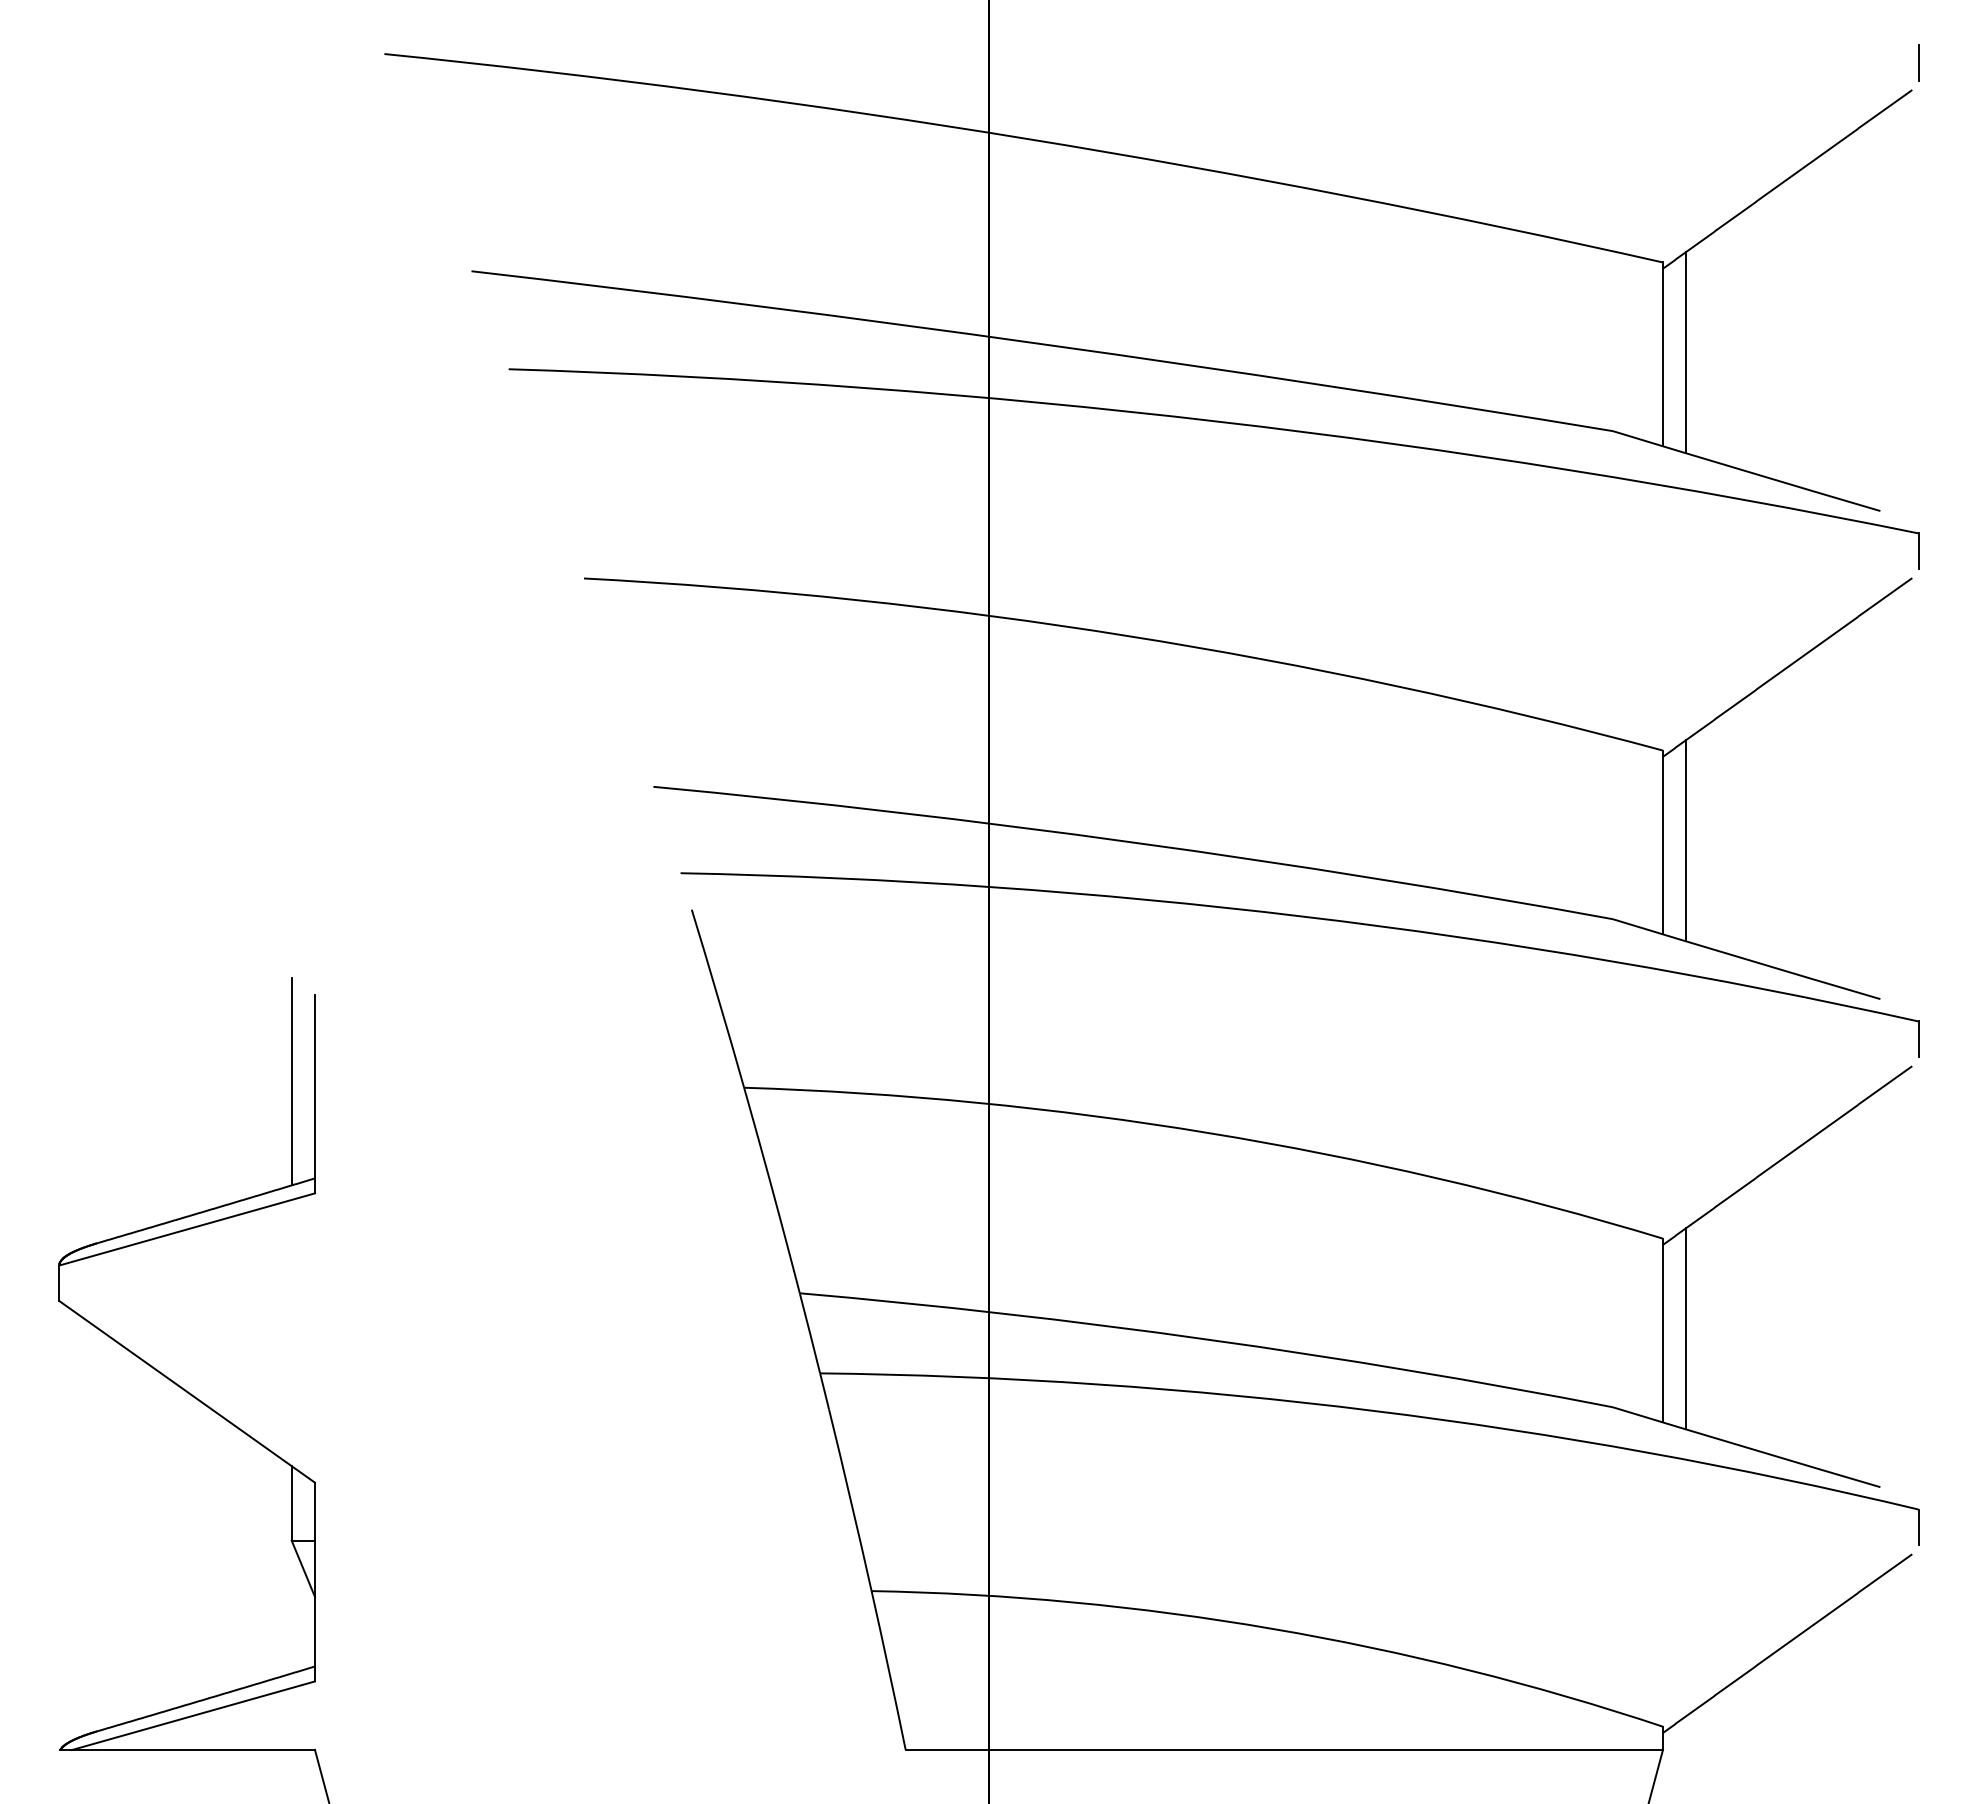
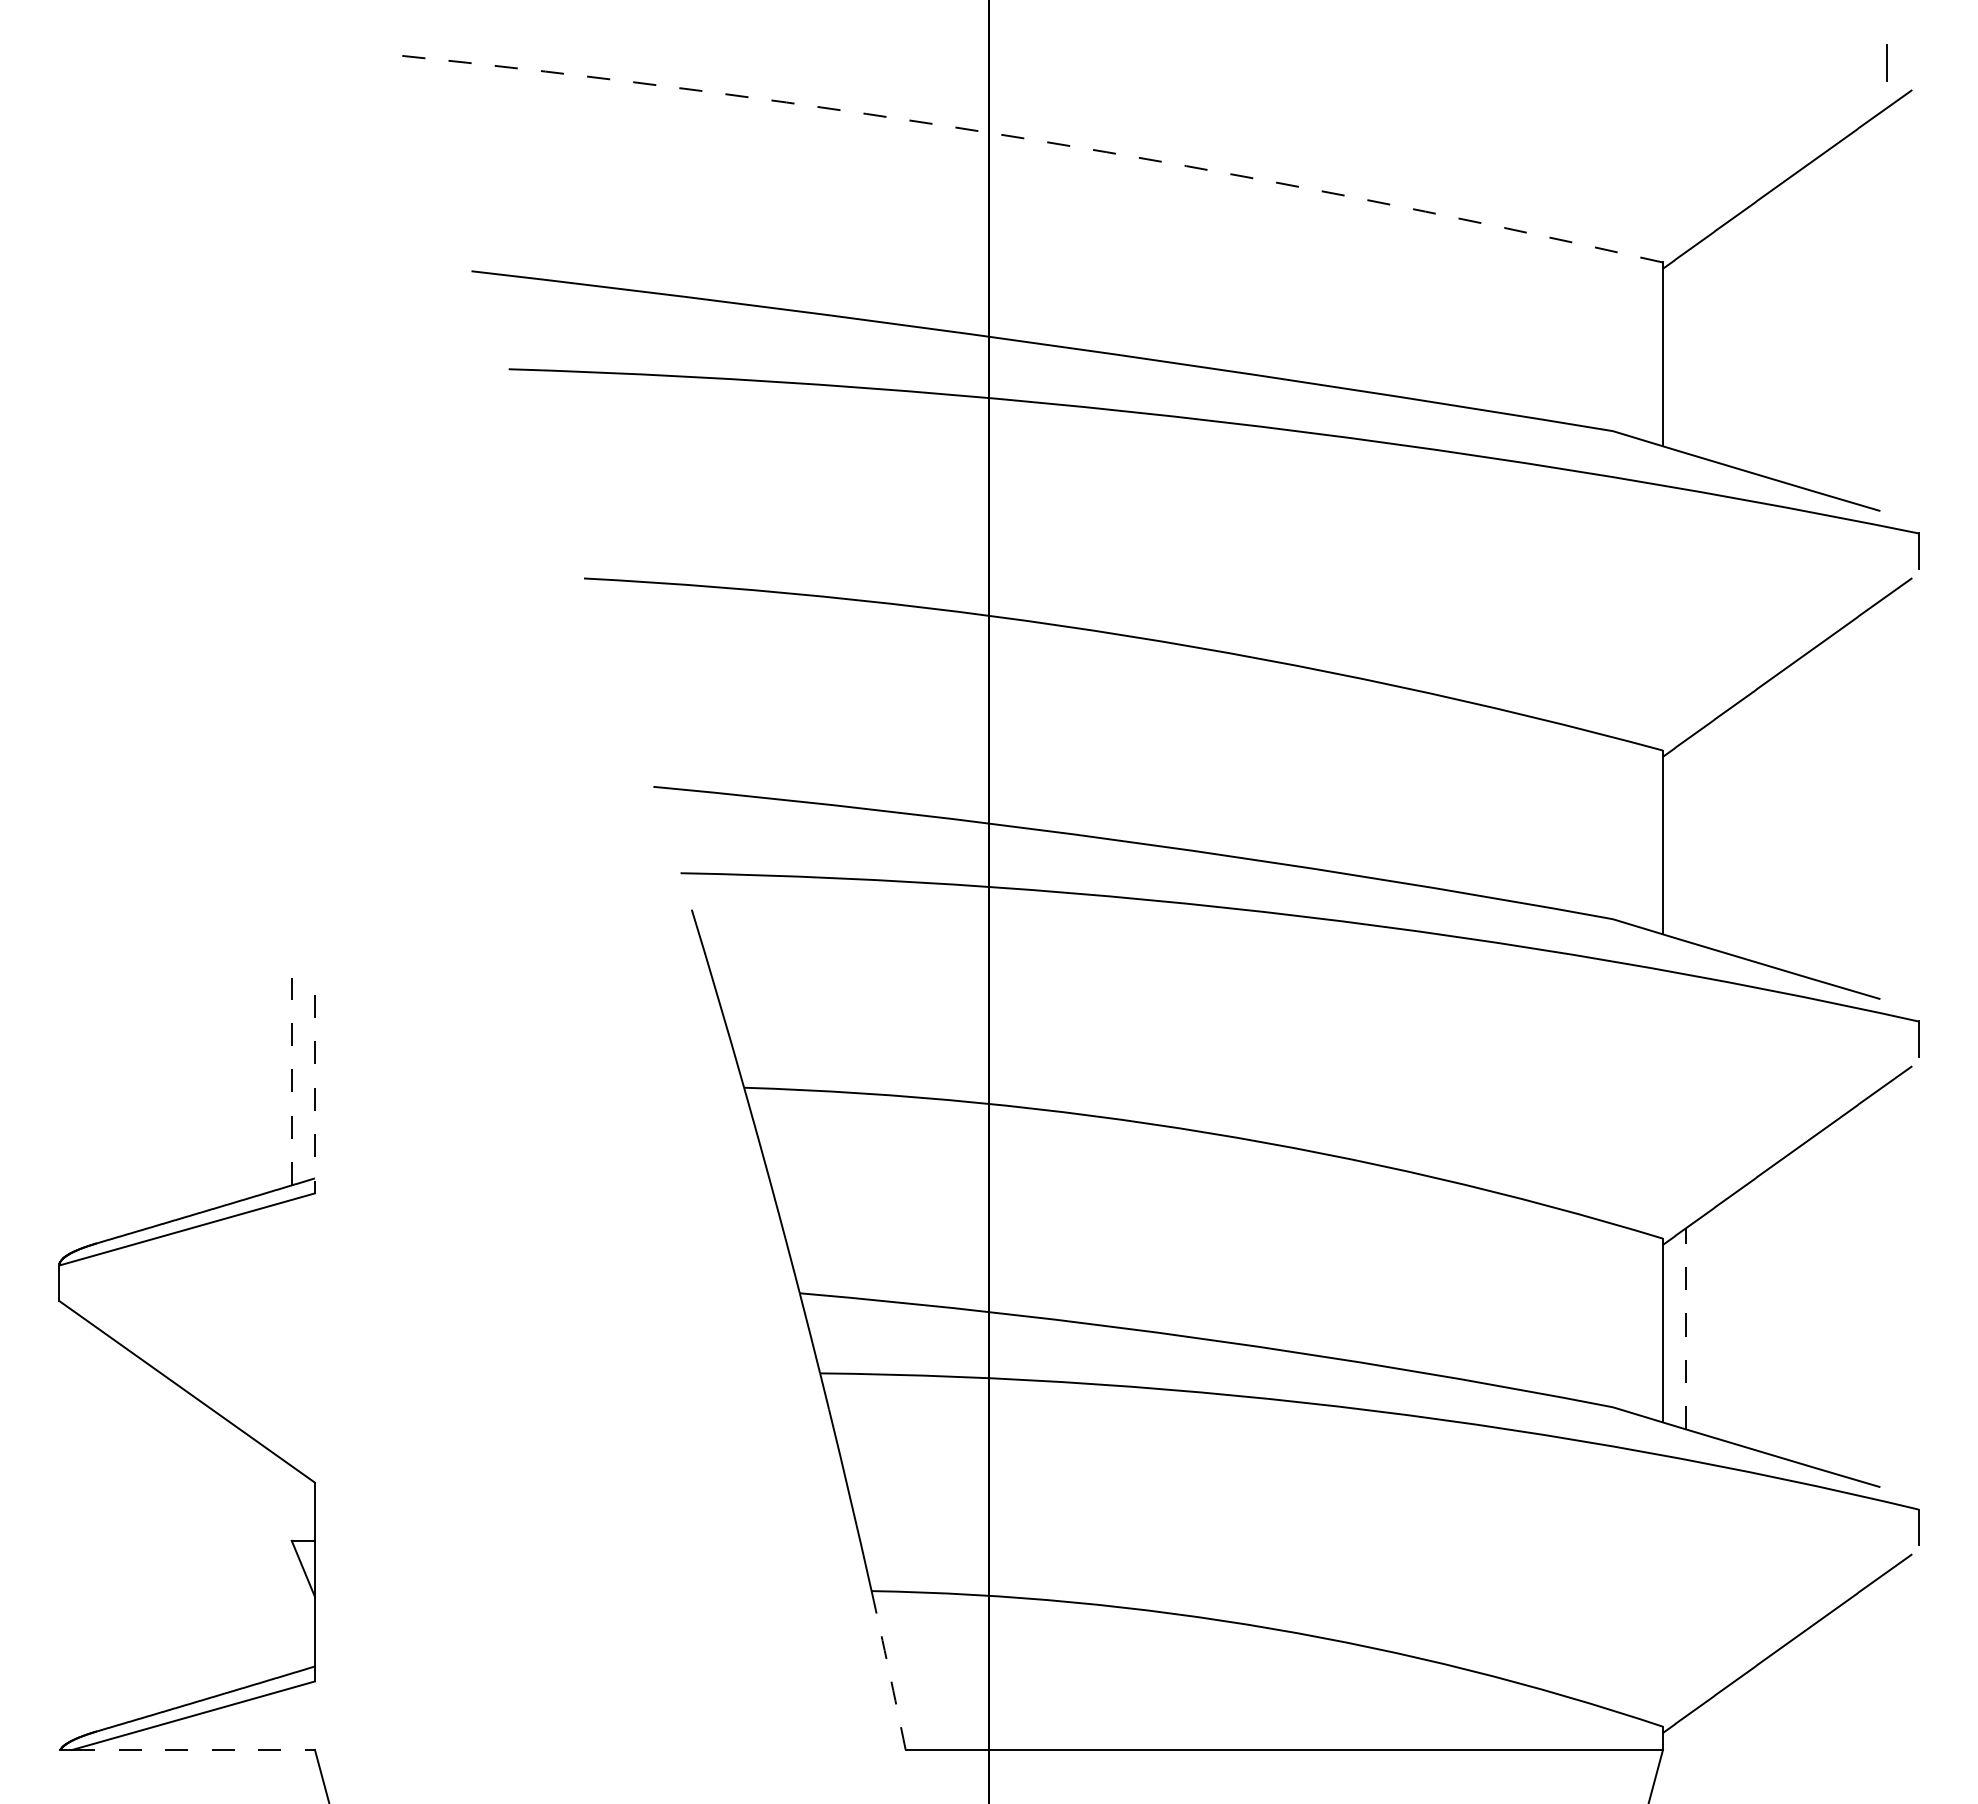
line at (1918, 62) position: (1918, 62) -> (1886, 62)
arc at (1026, 138): solid -> dashed
line at (1686, 352): present -> none
line at (1686, 840): present -> none
line at (291, 1081): solid -> dashed
line at (314, 1094): solid -> dashed
line at (1686, 1328): solid -> dashed
line at (291, 1503): present -> none
arc at (889, 1670): solid -> dashed
line at (194, 1749): solid -> dashed
